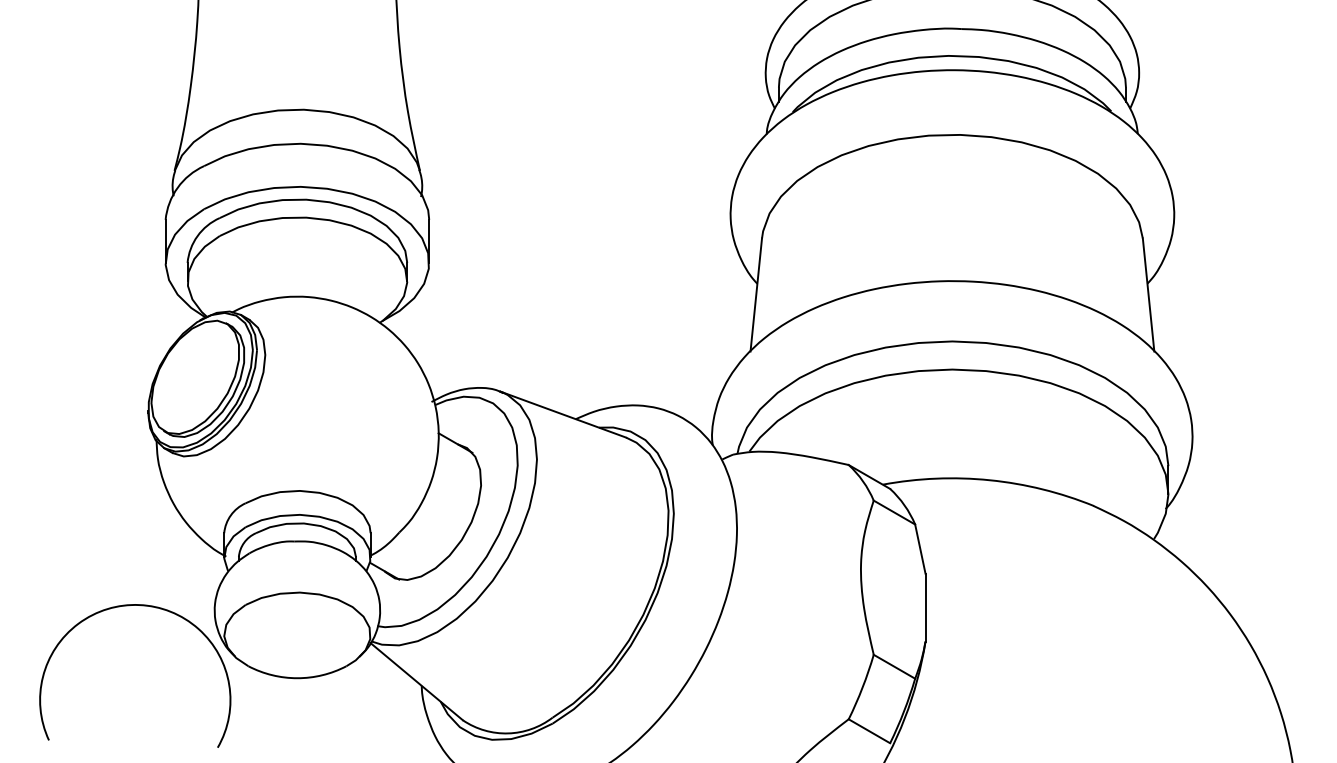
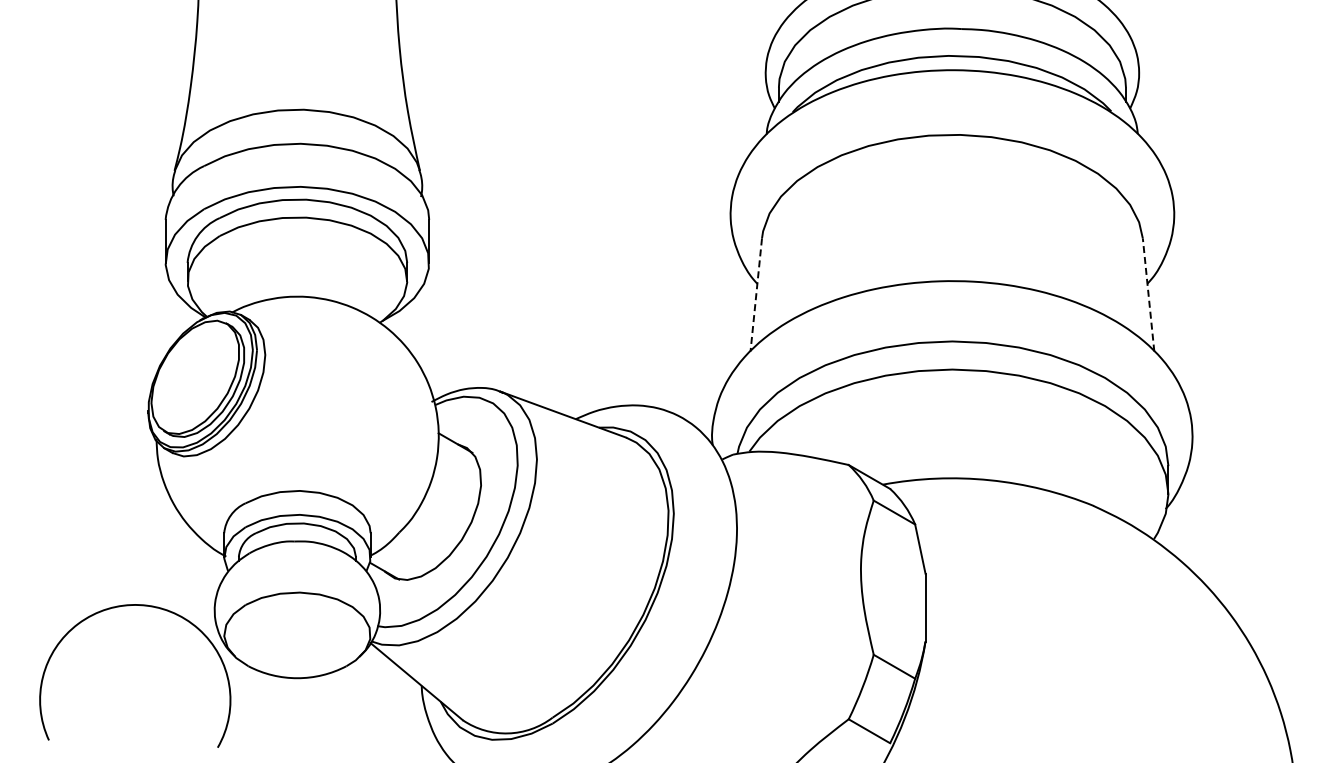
line at (756, 295): solid -> dashed
line at (1148, 295): solid -> dashed
